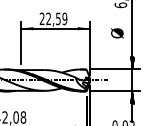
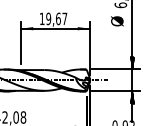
text at (53, 18): 22,59 -> 19,67
text at (117, 33) position: (117, 33) -> (117, 21)
